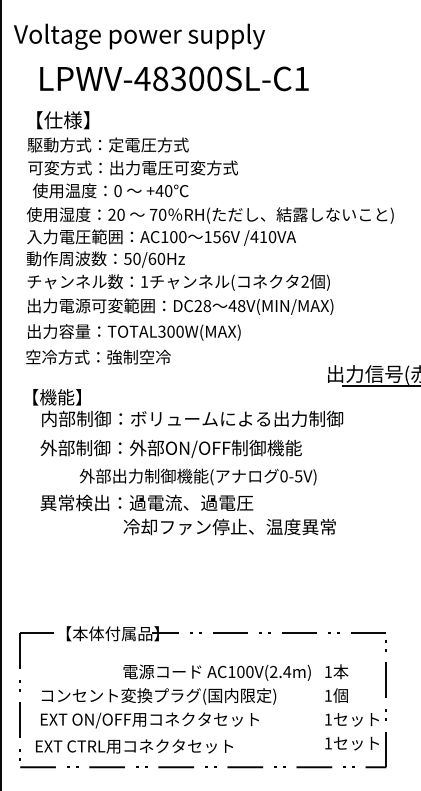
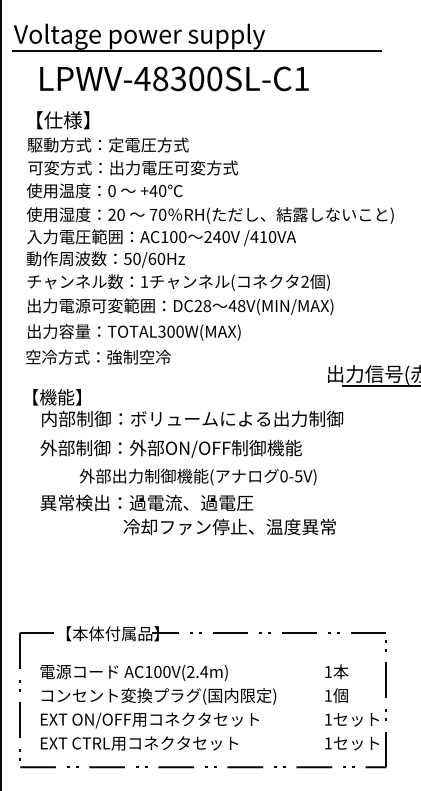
line at (196, 51): none -> present
text at (110, 190) position: (110, 190) -> (104, 190)
text at (216, 237): 156V -> 240V
text at (216, 672) position: (216, 672) -> (133, 672)
text at (134, 746) position: (134, 746) -> (139, 743)
